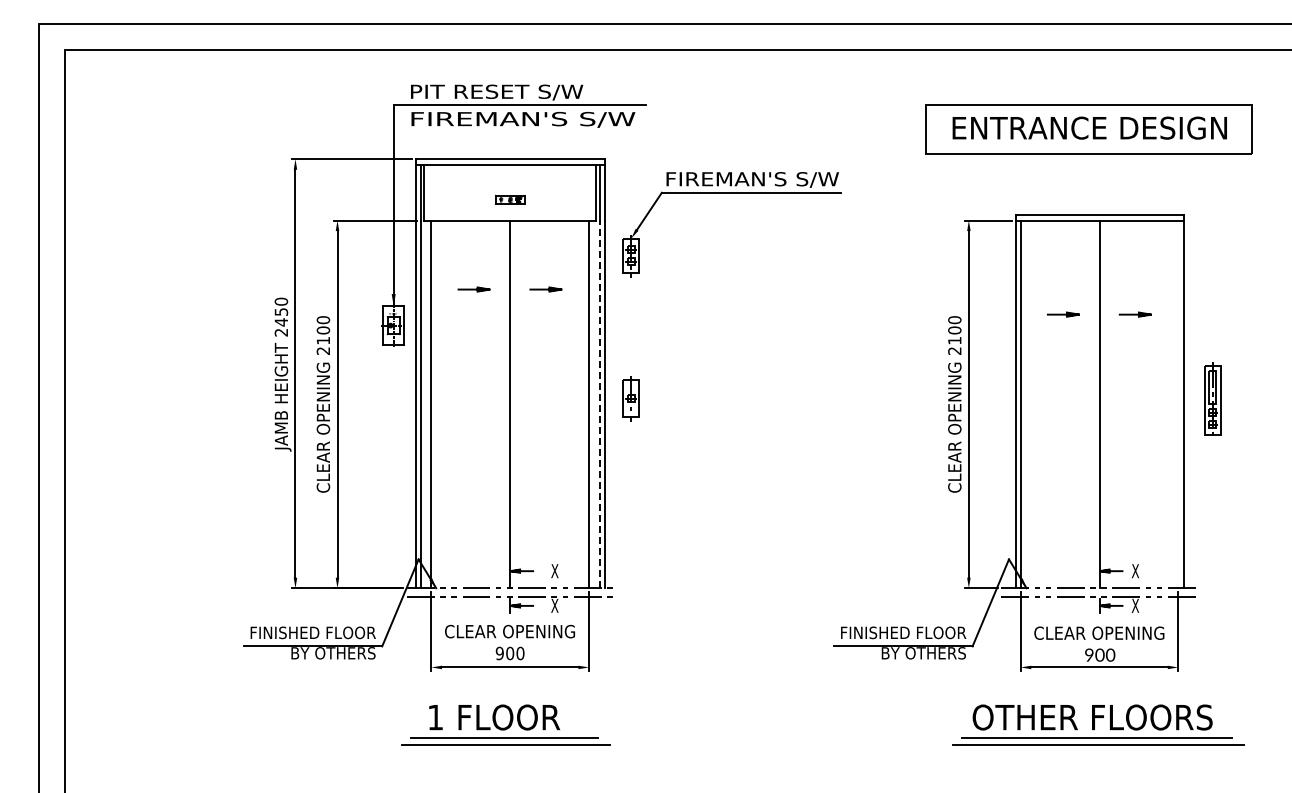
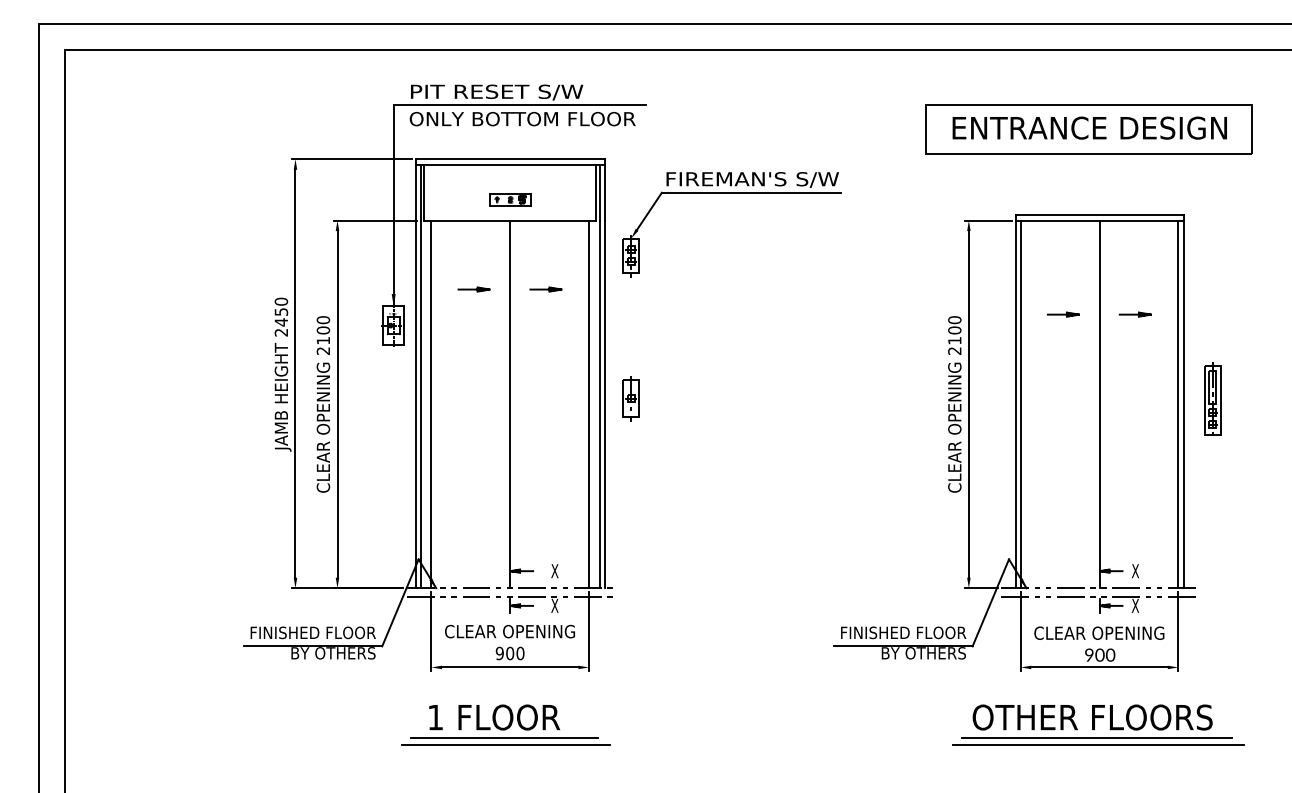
text at (522, 119): FIREMAN'S S/W -> ONLY BOTTOM FLOOR
part at (510, 199) size: 31x11 px -> 43x14 px
line at (599, 404): dashed -> solid
line at (1178, 404): none -> present
